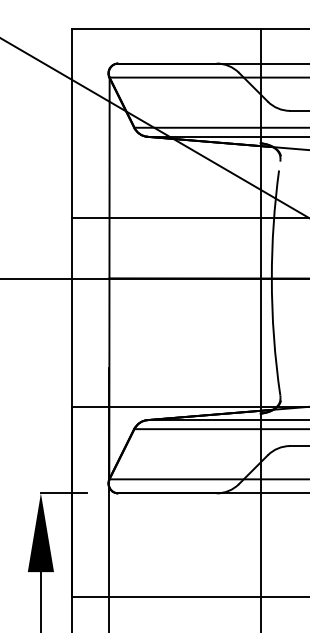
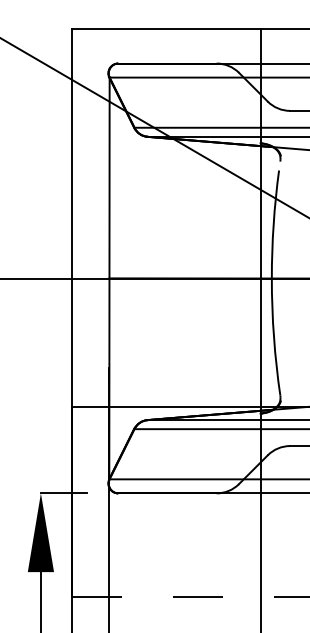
line at (188, 218): present -> none
line at (190, 596): solid -> dashed
